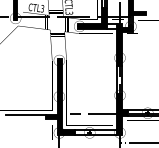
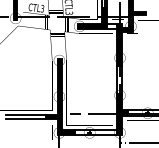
line at (25, 119): none -> present
